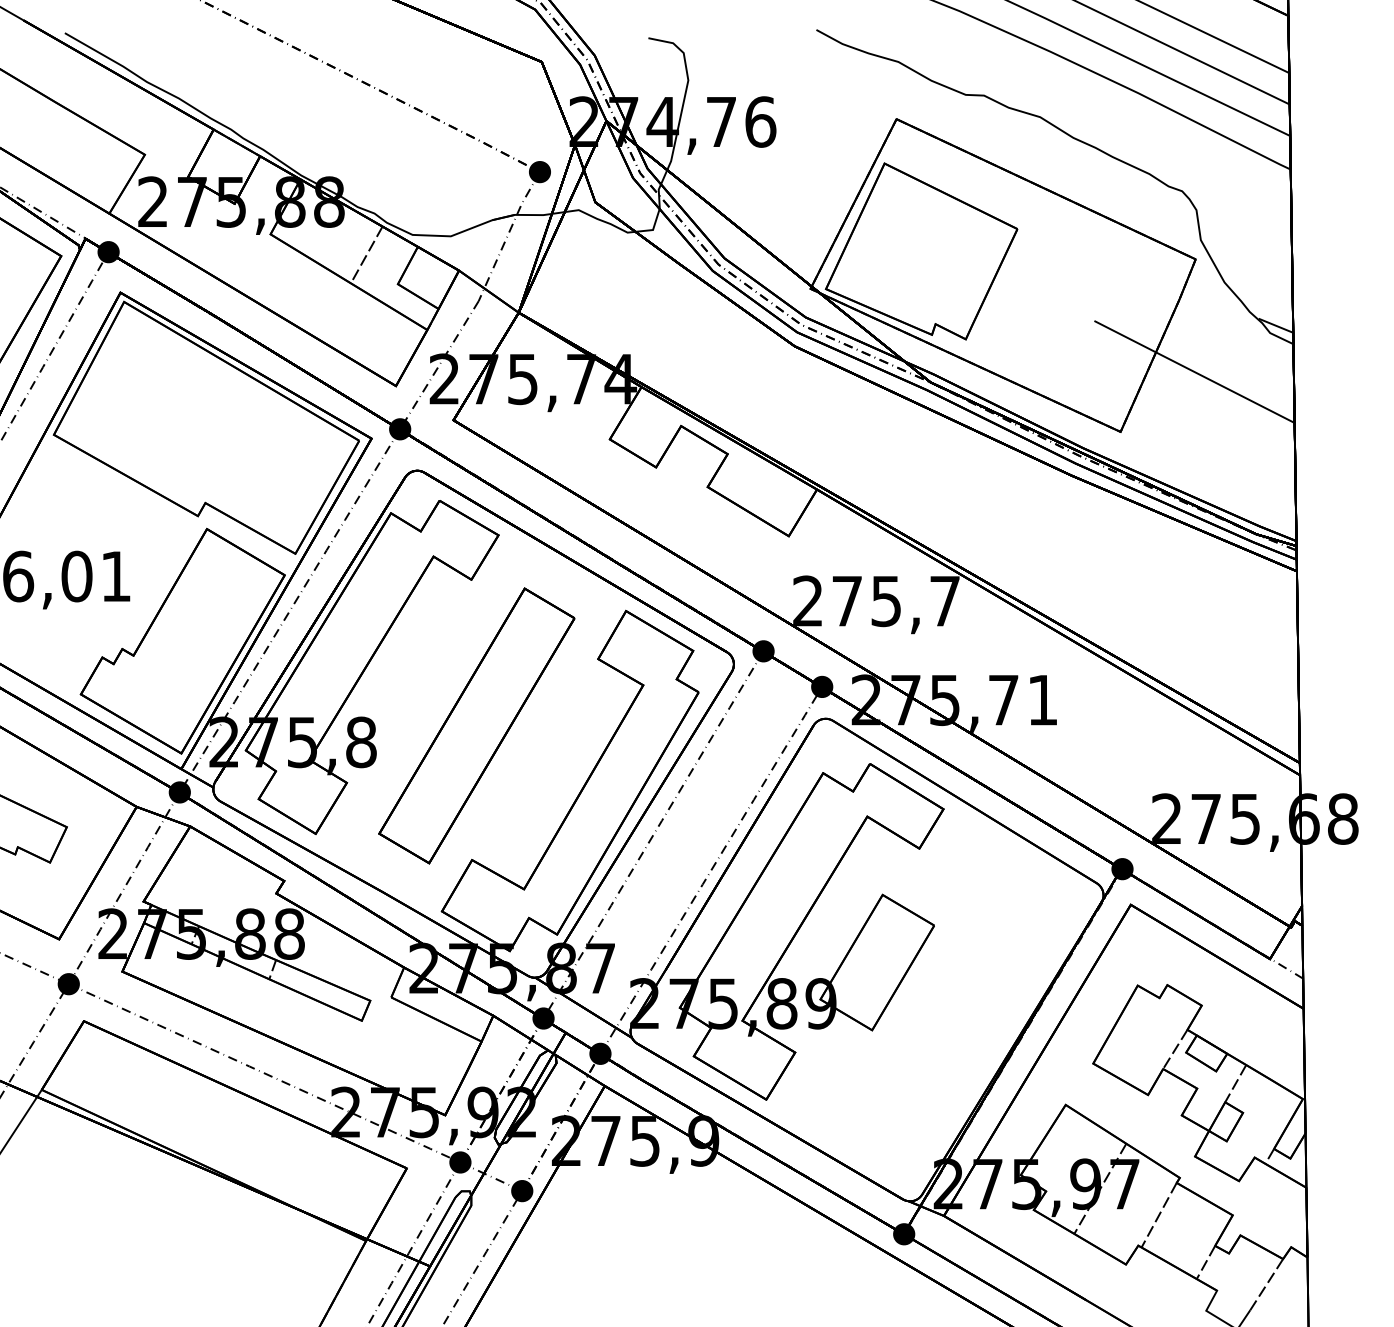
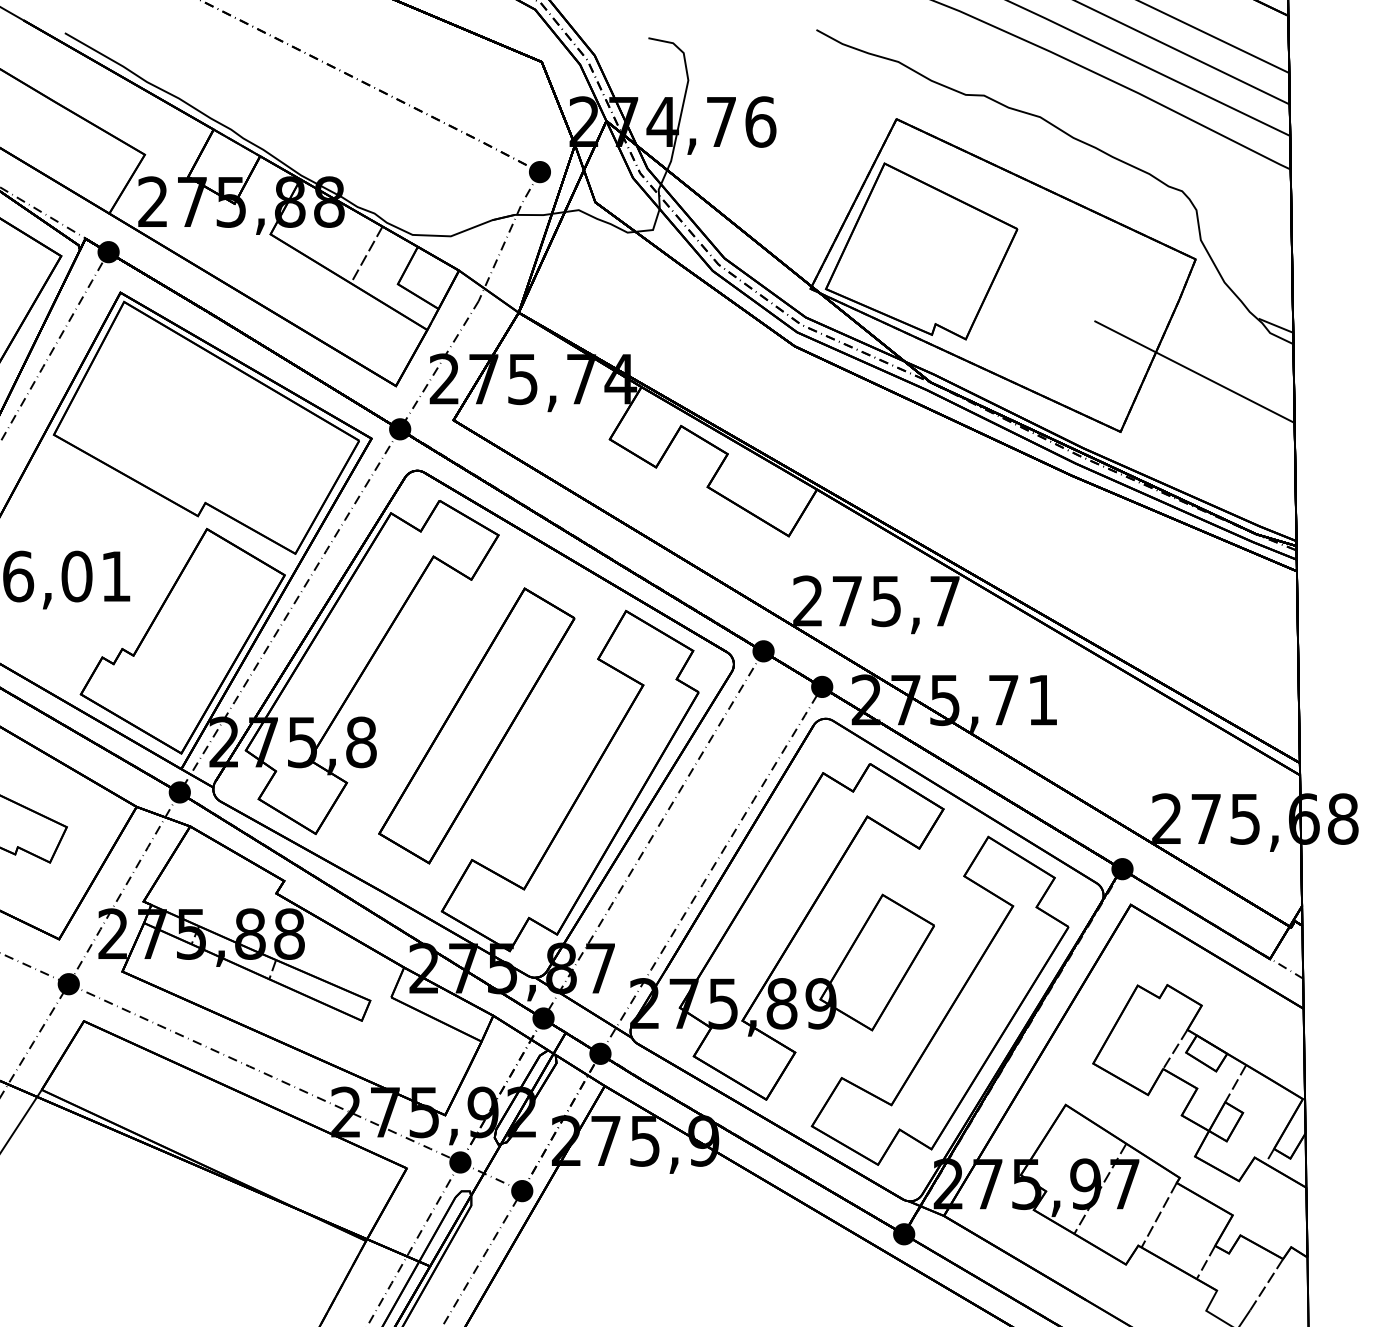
part at (950, 1006): none -> present
